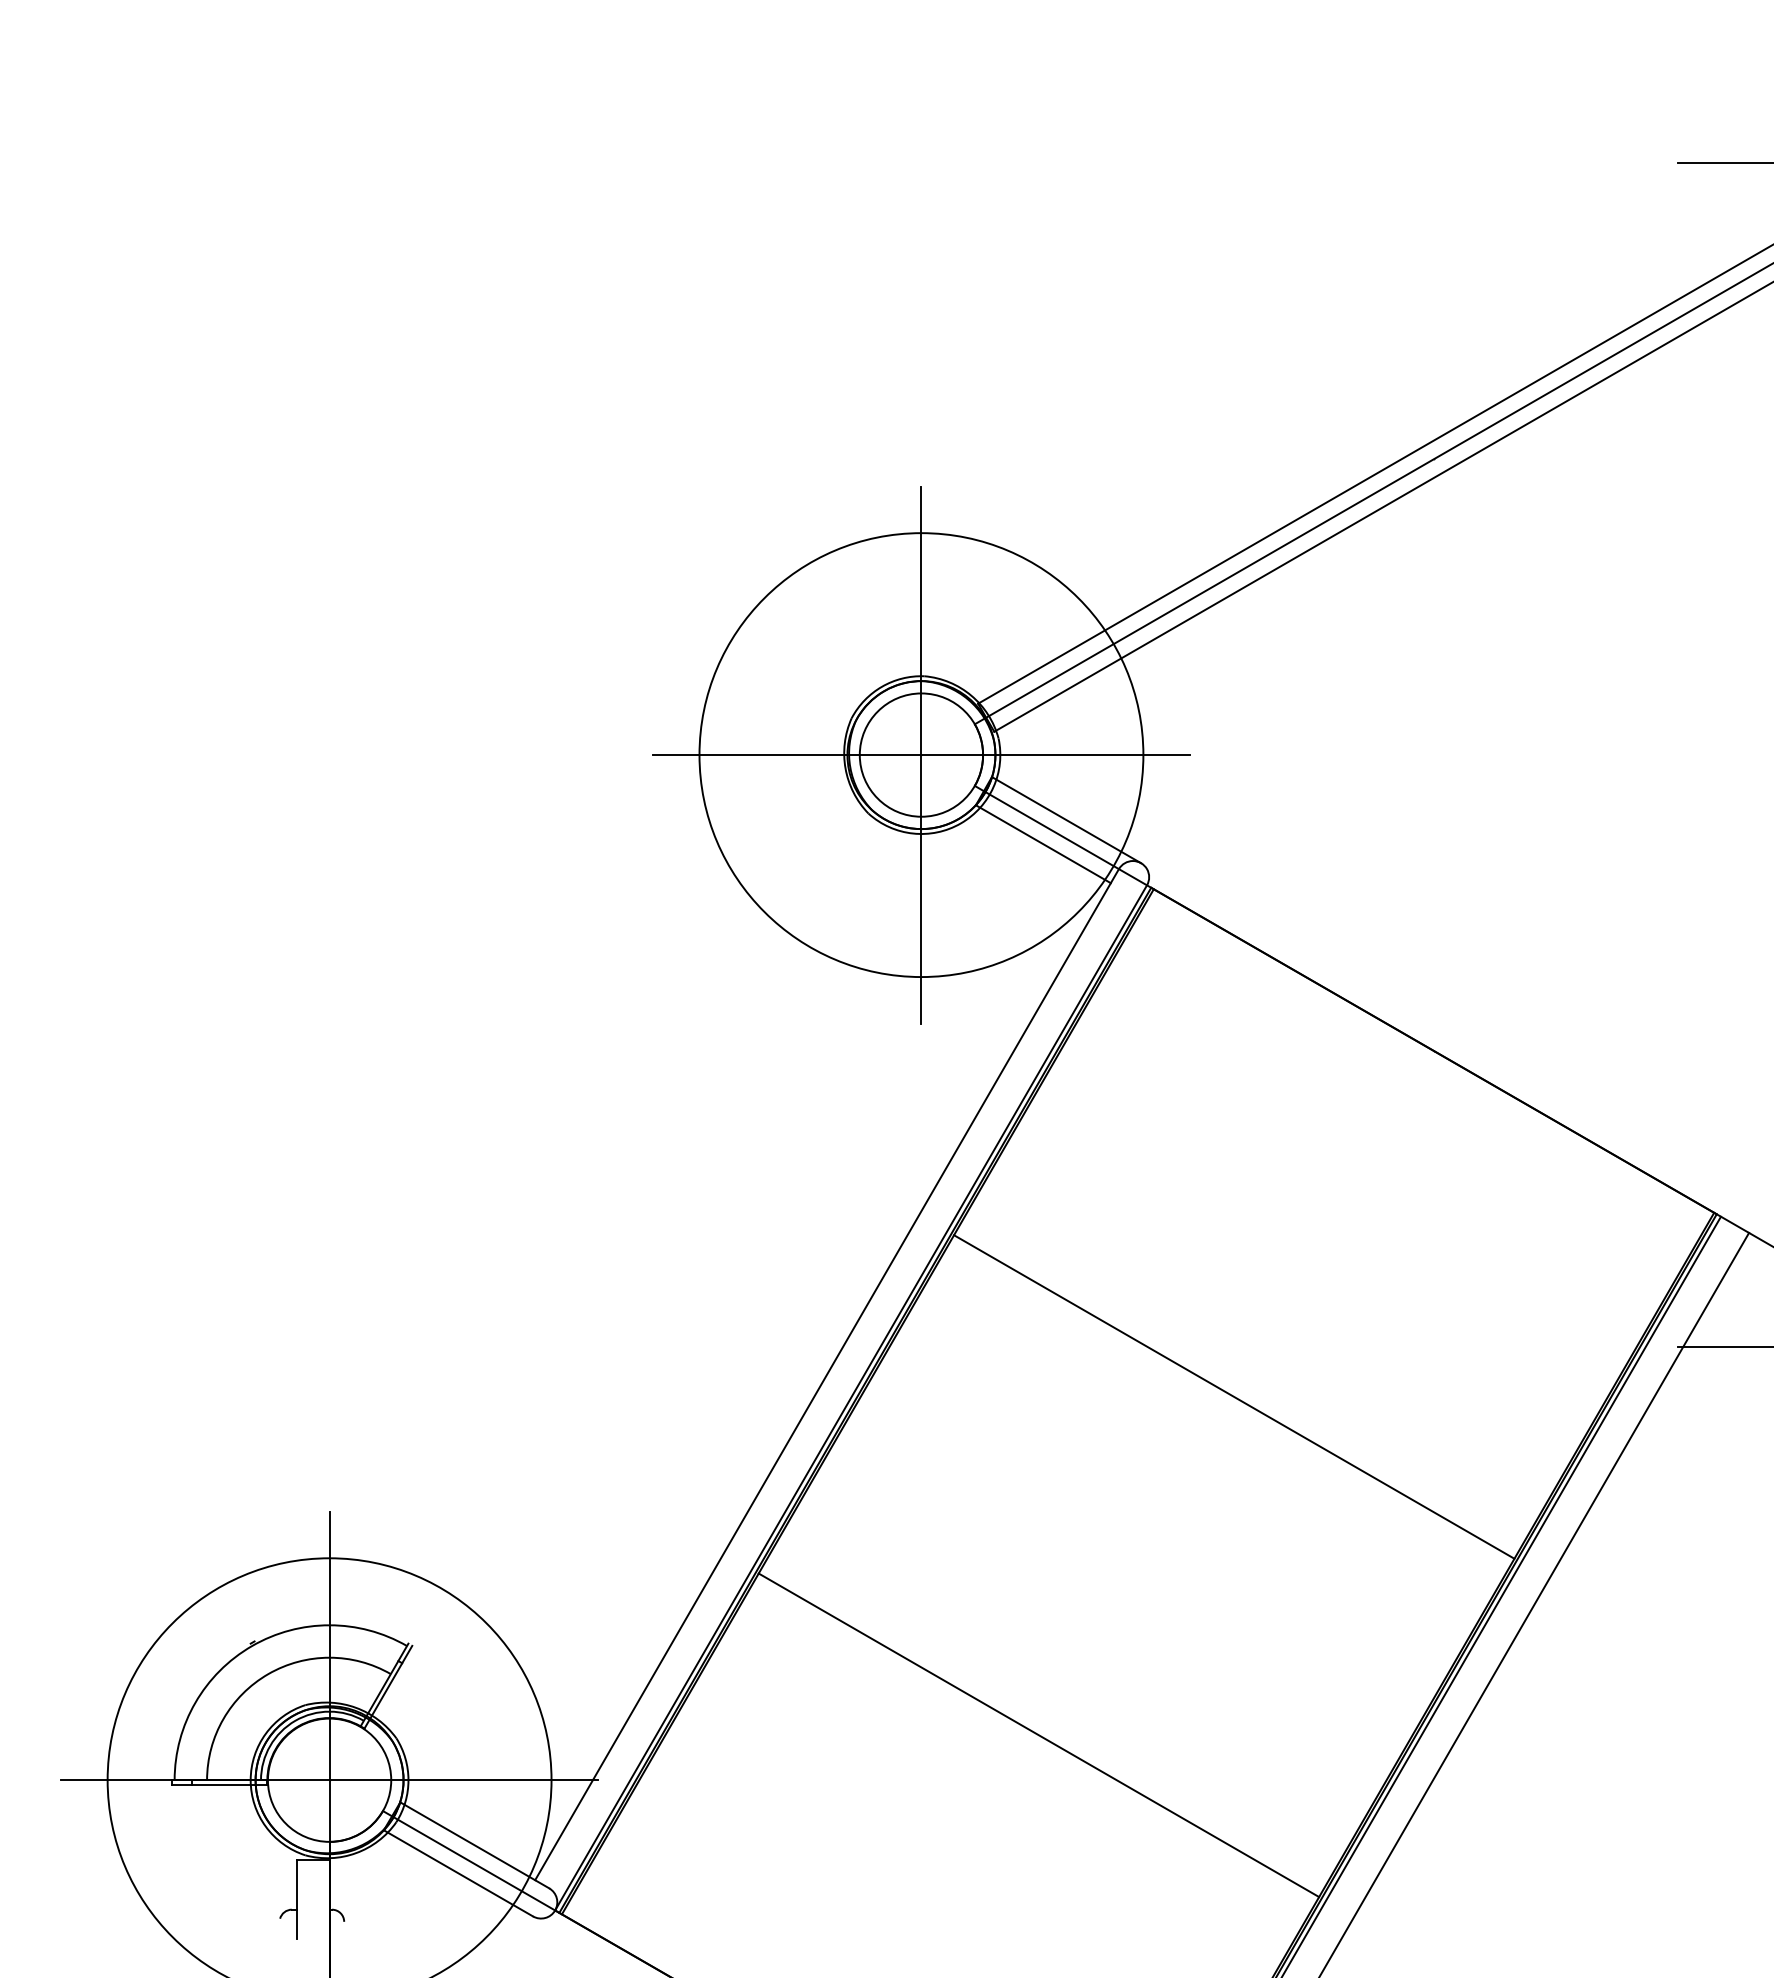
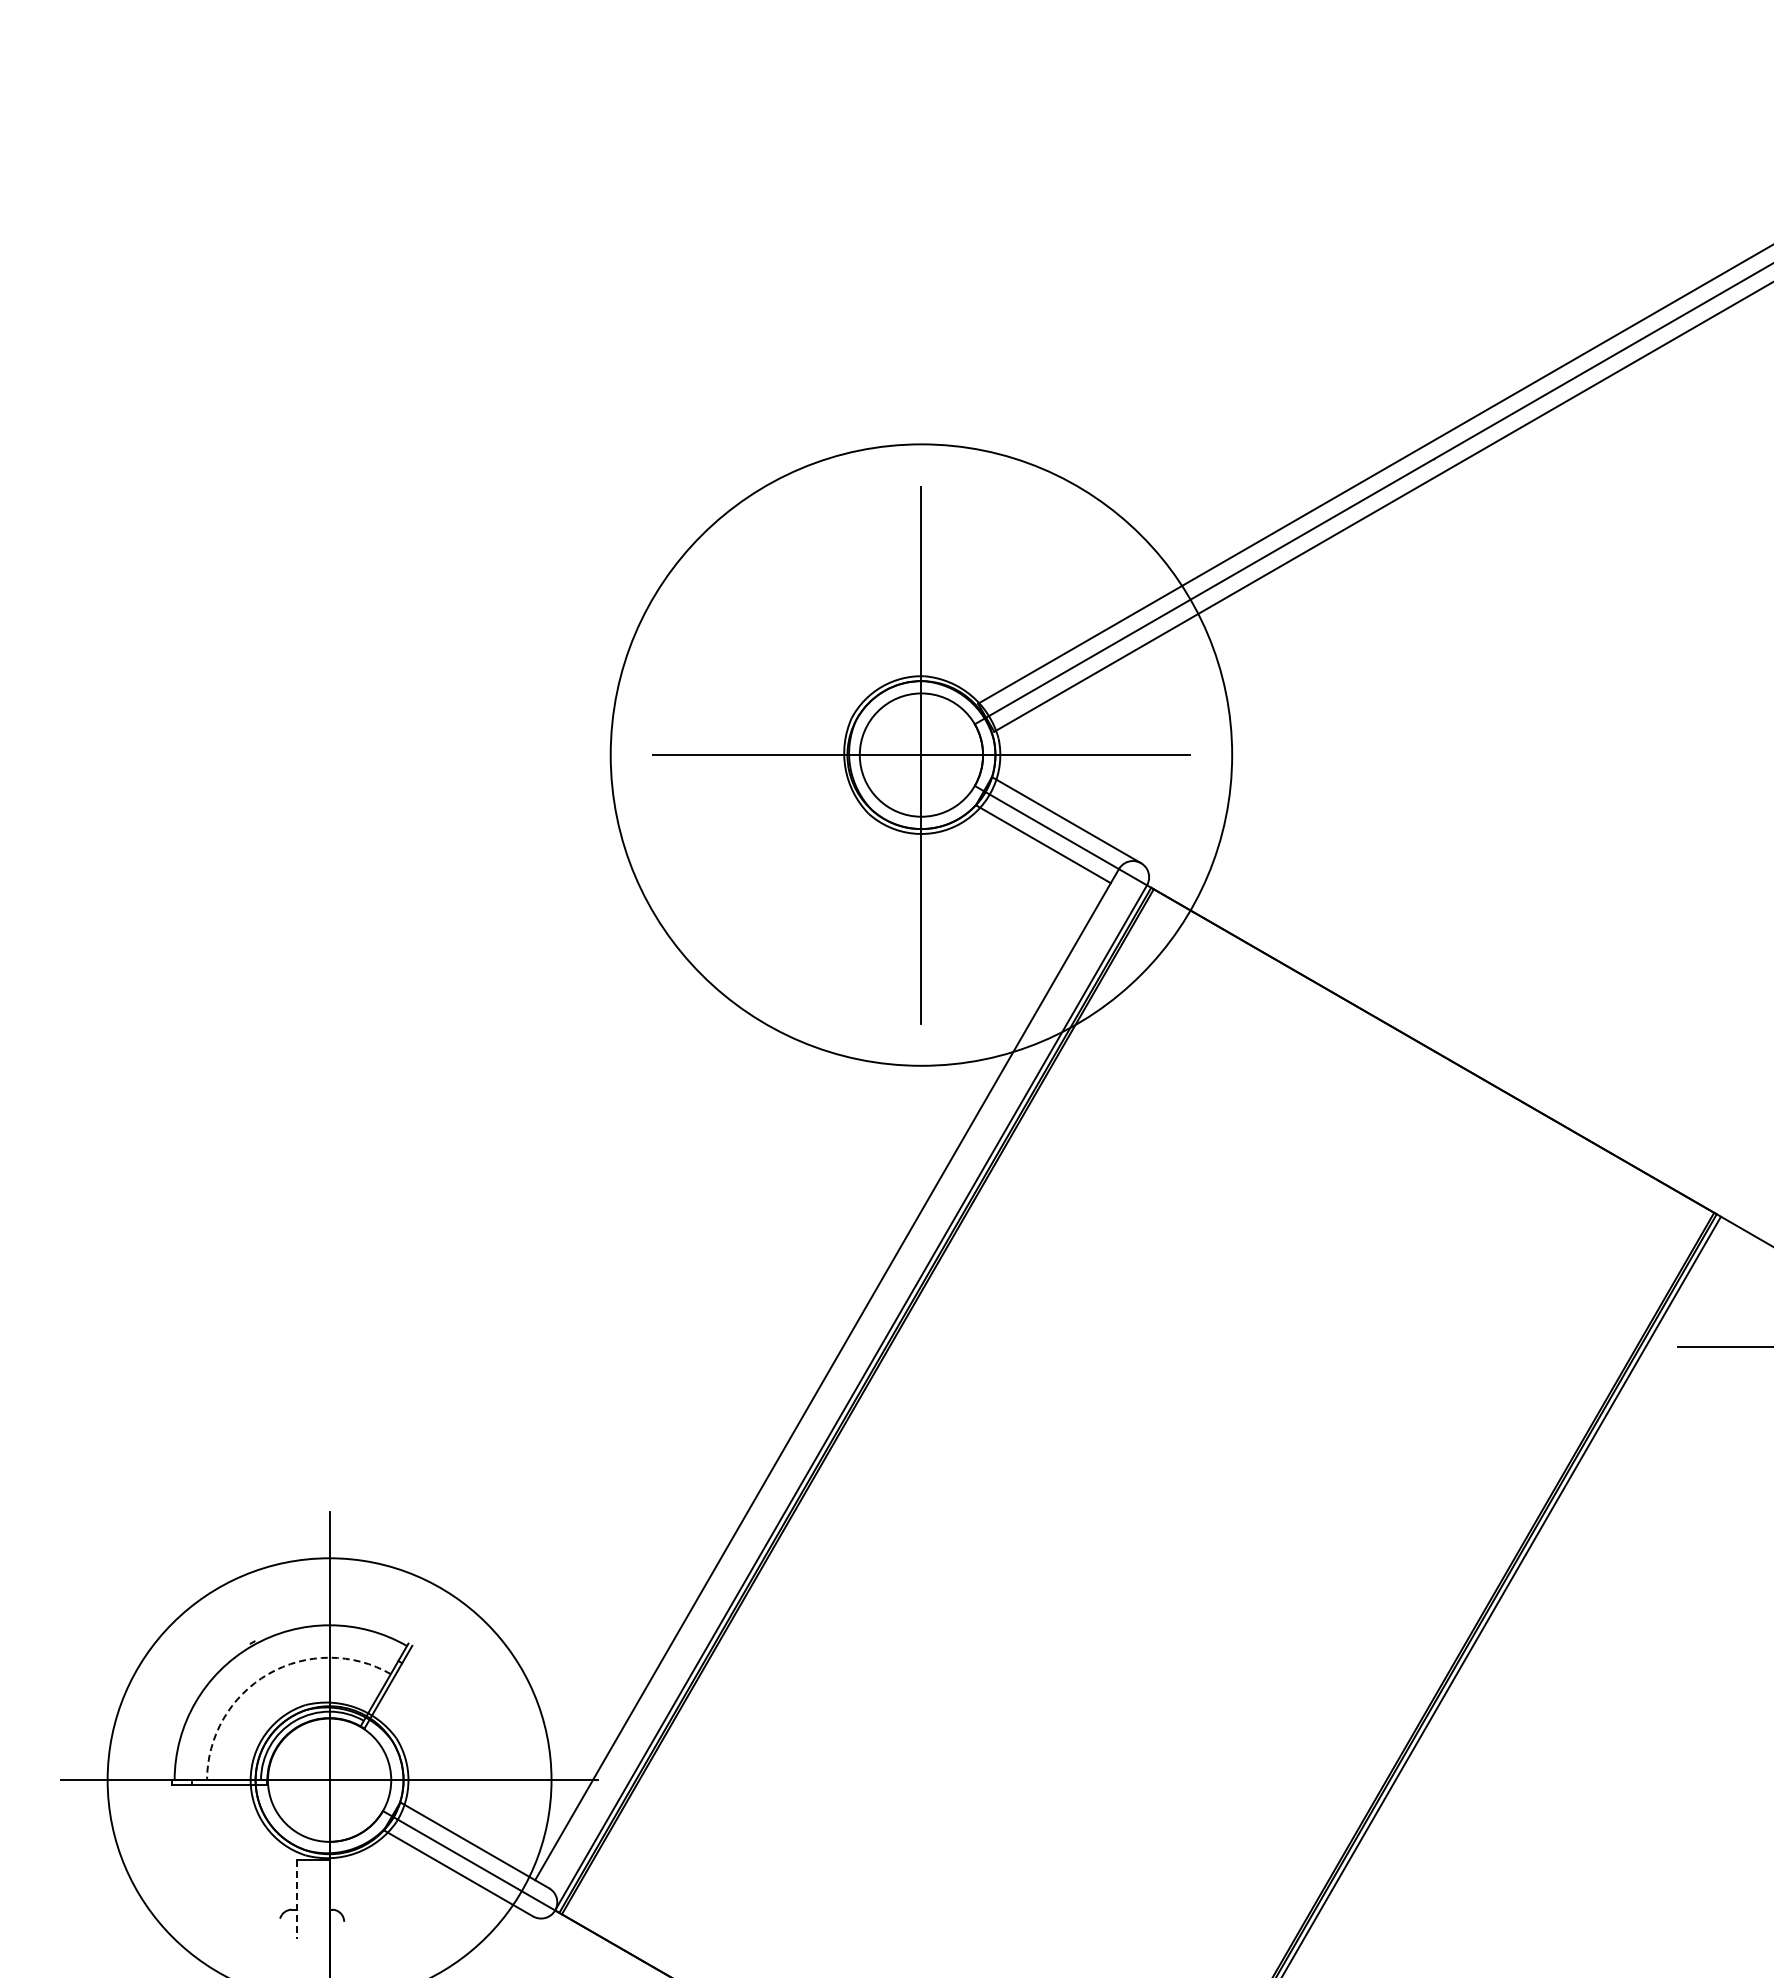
line at (1724, 163): present -> none
circle at (921, 755) diameter: 444 px -> 621 px
line at (1234, 1396): present -> none
line at (1534, 1603): present -> none
arc at (268, 1674): solid -> dashed
line at (1038, 1735): present -> none
line at (297, 1900): solid -> dashed
